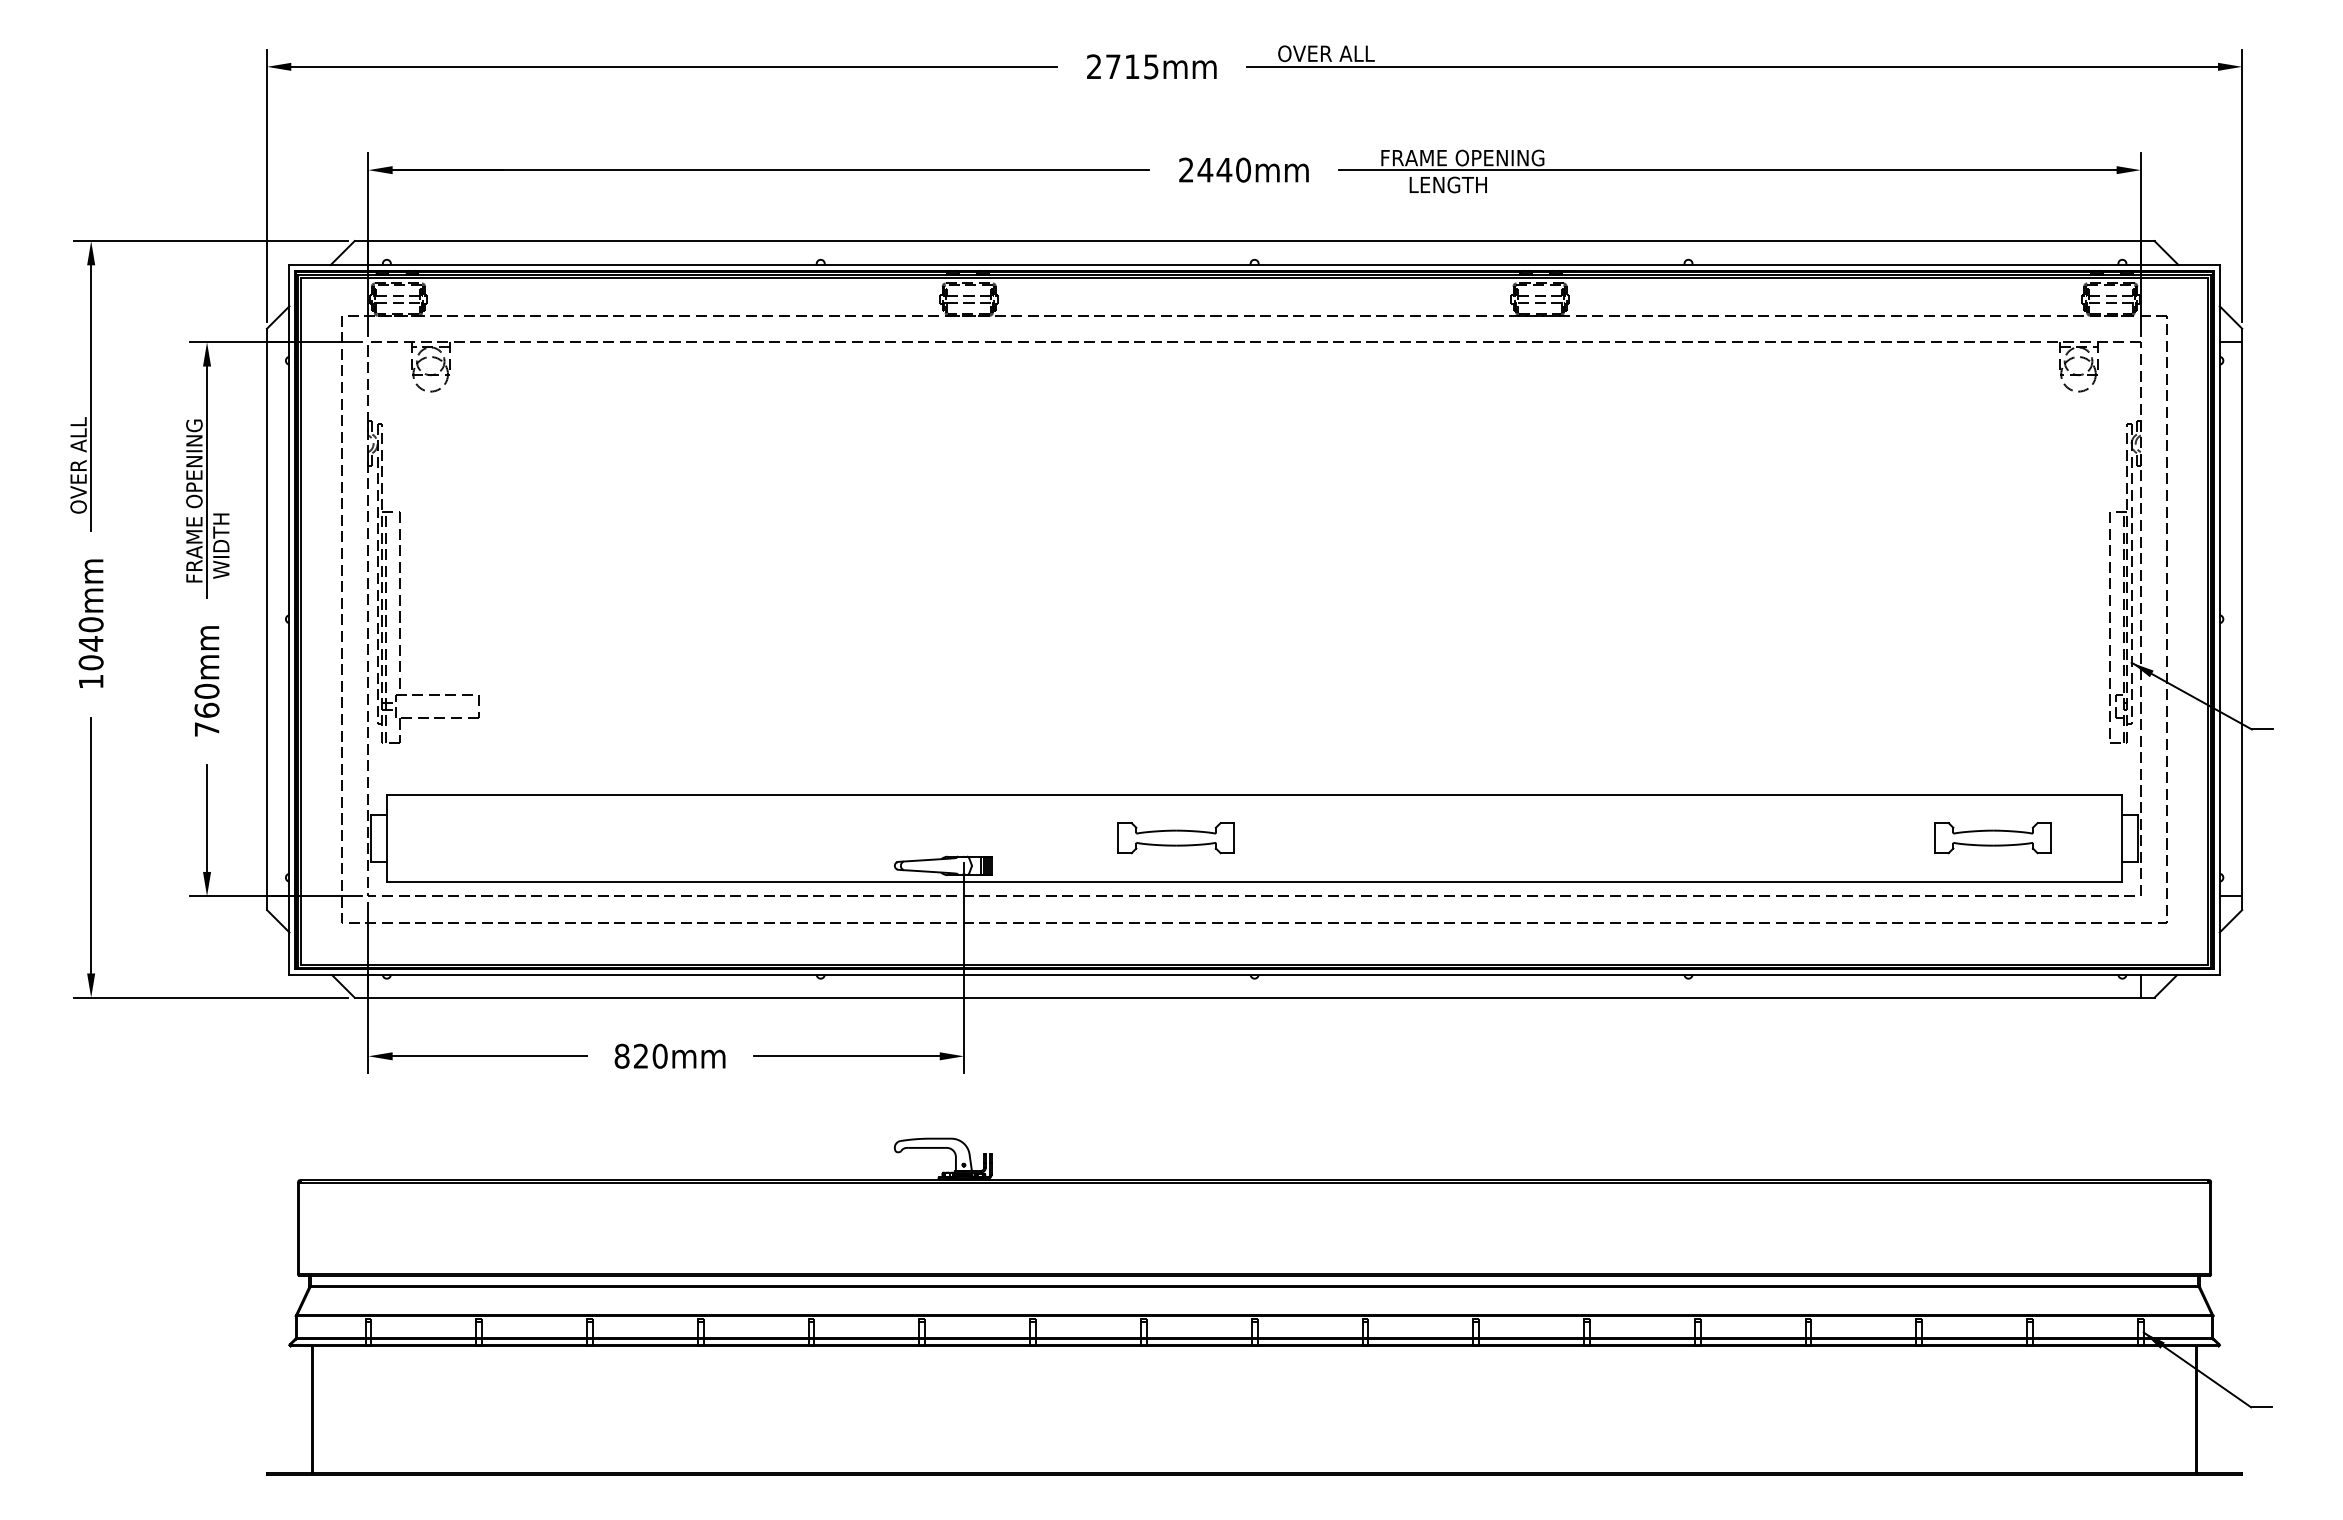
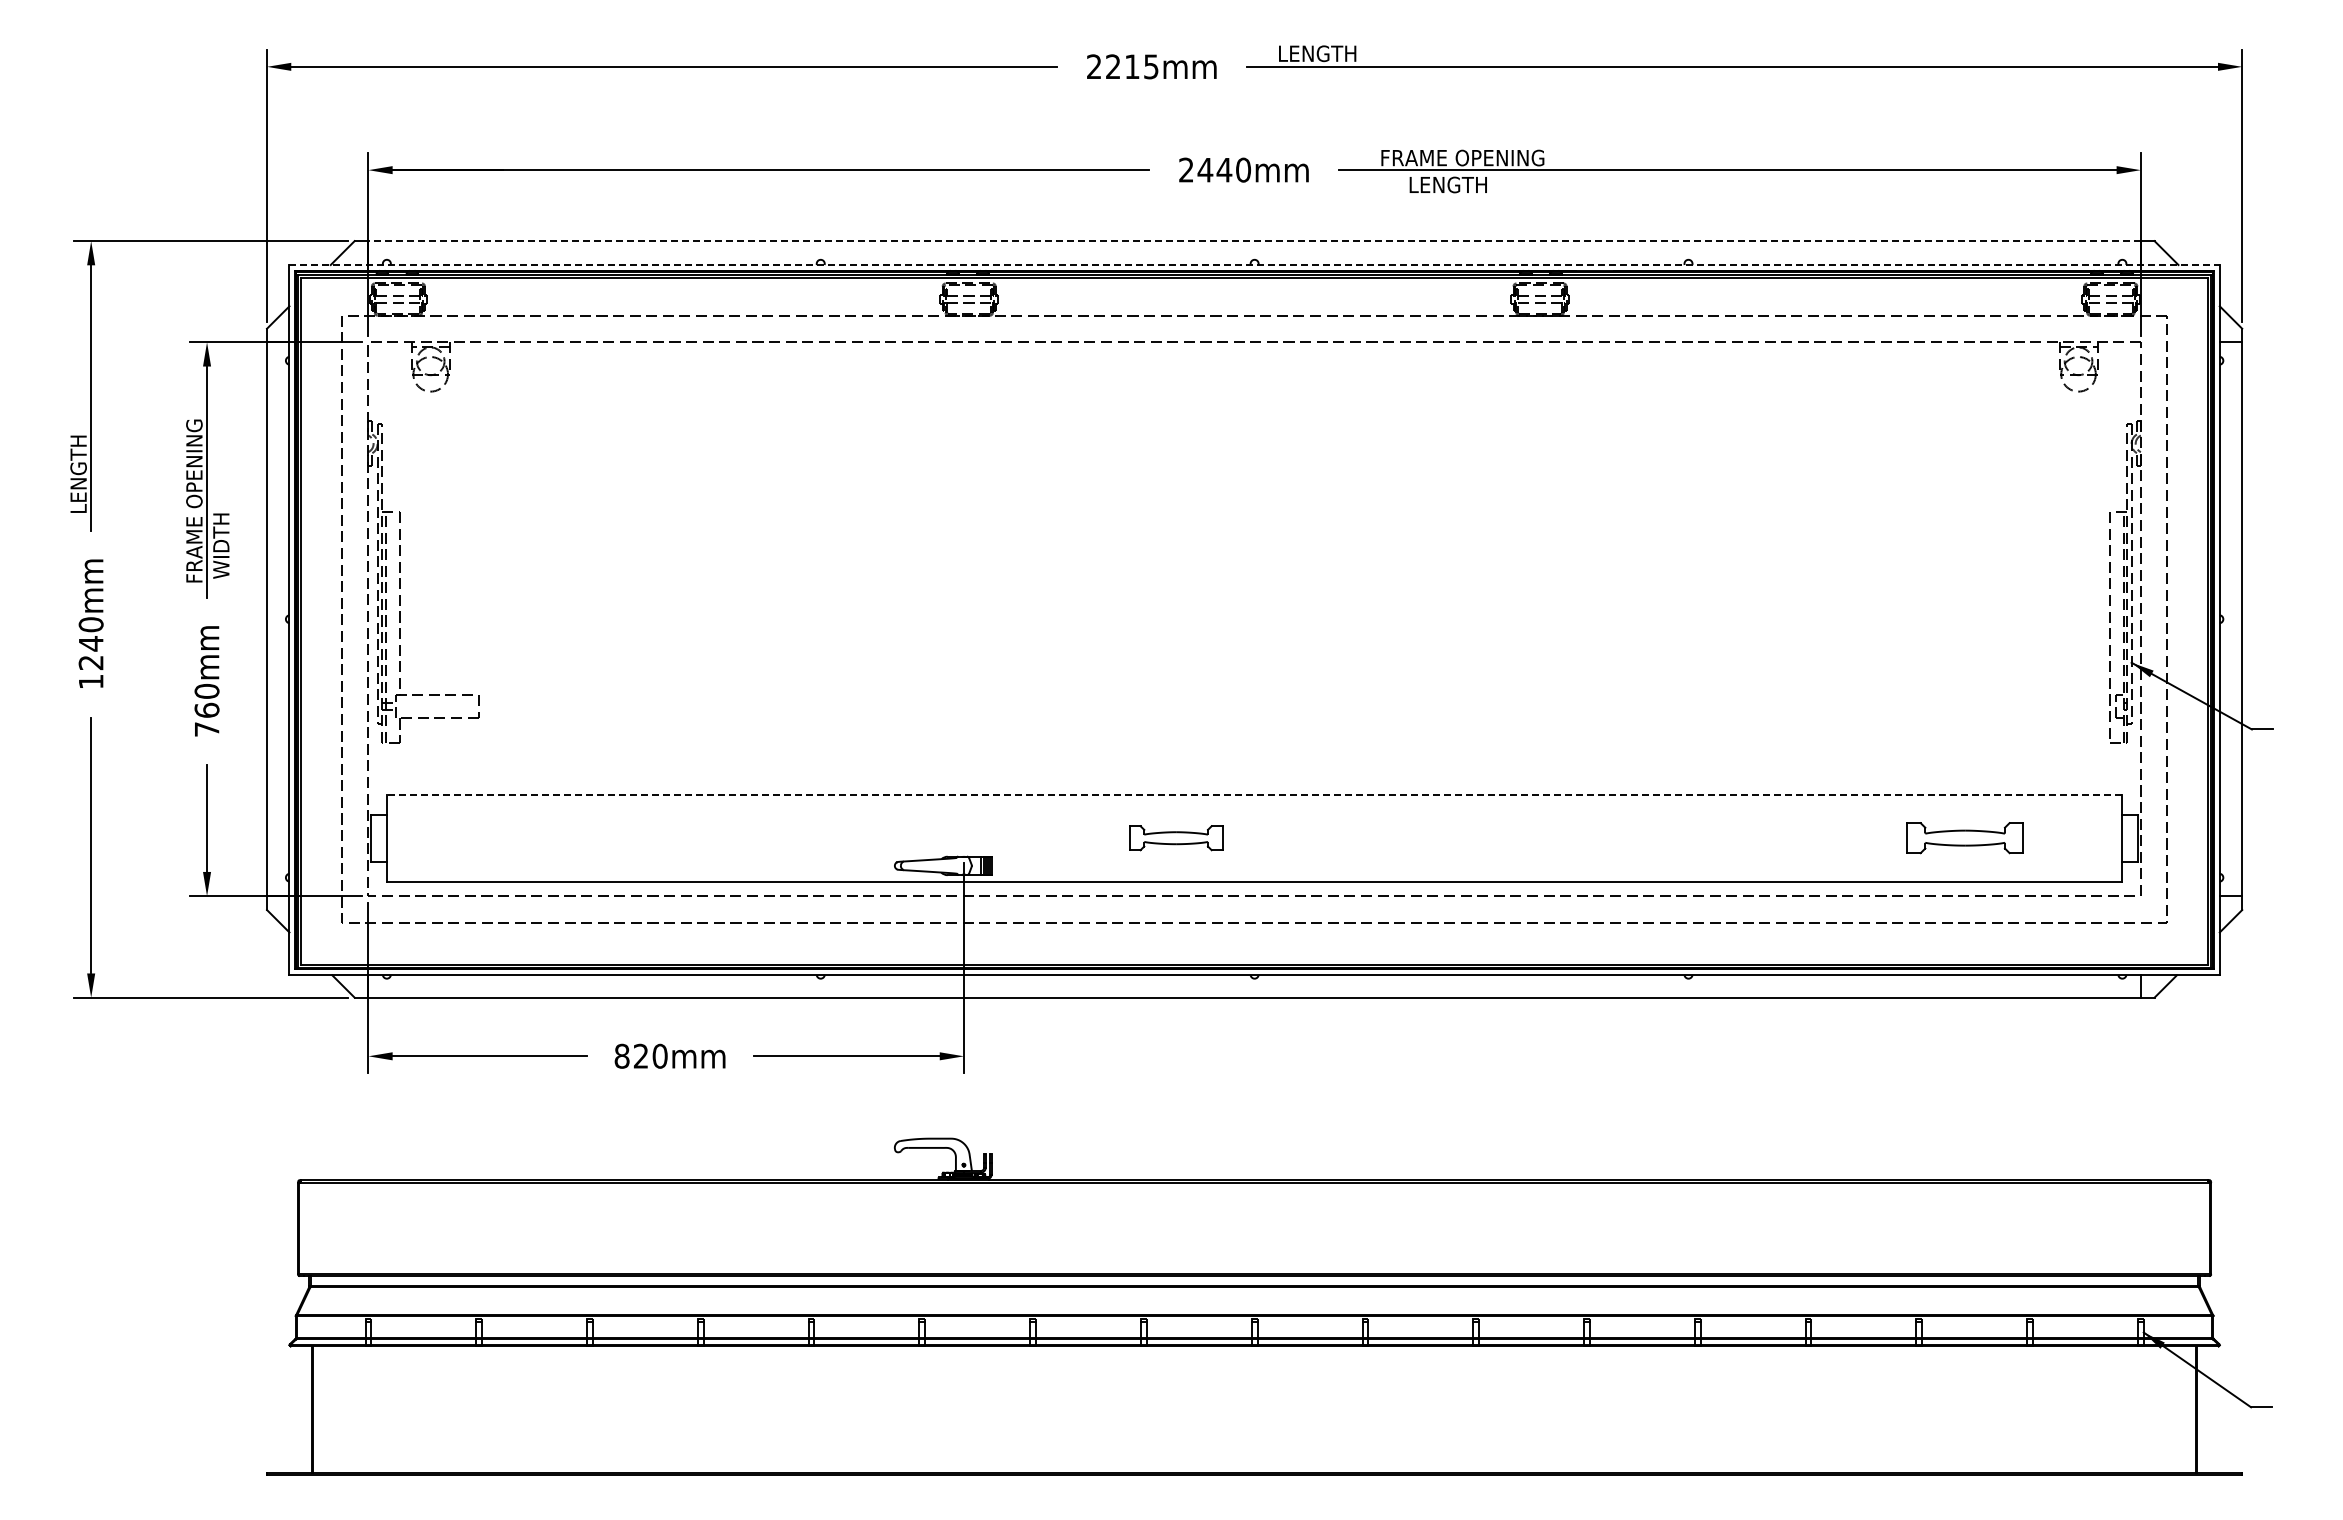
text at (1326, 53): OVER ALL -> LENGTH
text at (1113, 66): 2715mm -> 2215mm
line at (1254, 241): solid -> dashed
line at (1255, 265): solid -> dashed
text at (78, 465): OVER ALL -> LENGTH
text at (90, 662): 1040mm -> 1240mm
line at (1254, 794): solid -> dashed
part at (1175, 838) size: 118x33 px -> 95x27 px
part at (1992, 838) position: (1992, 838) -> (1964, 838)
